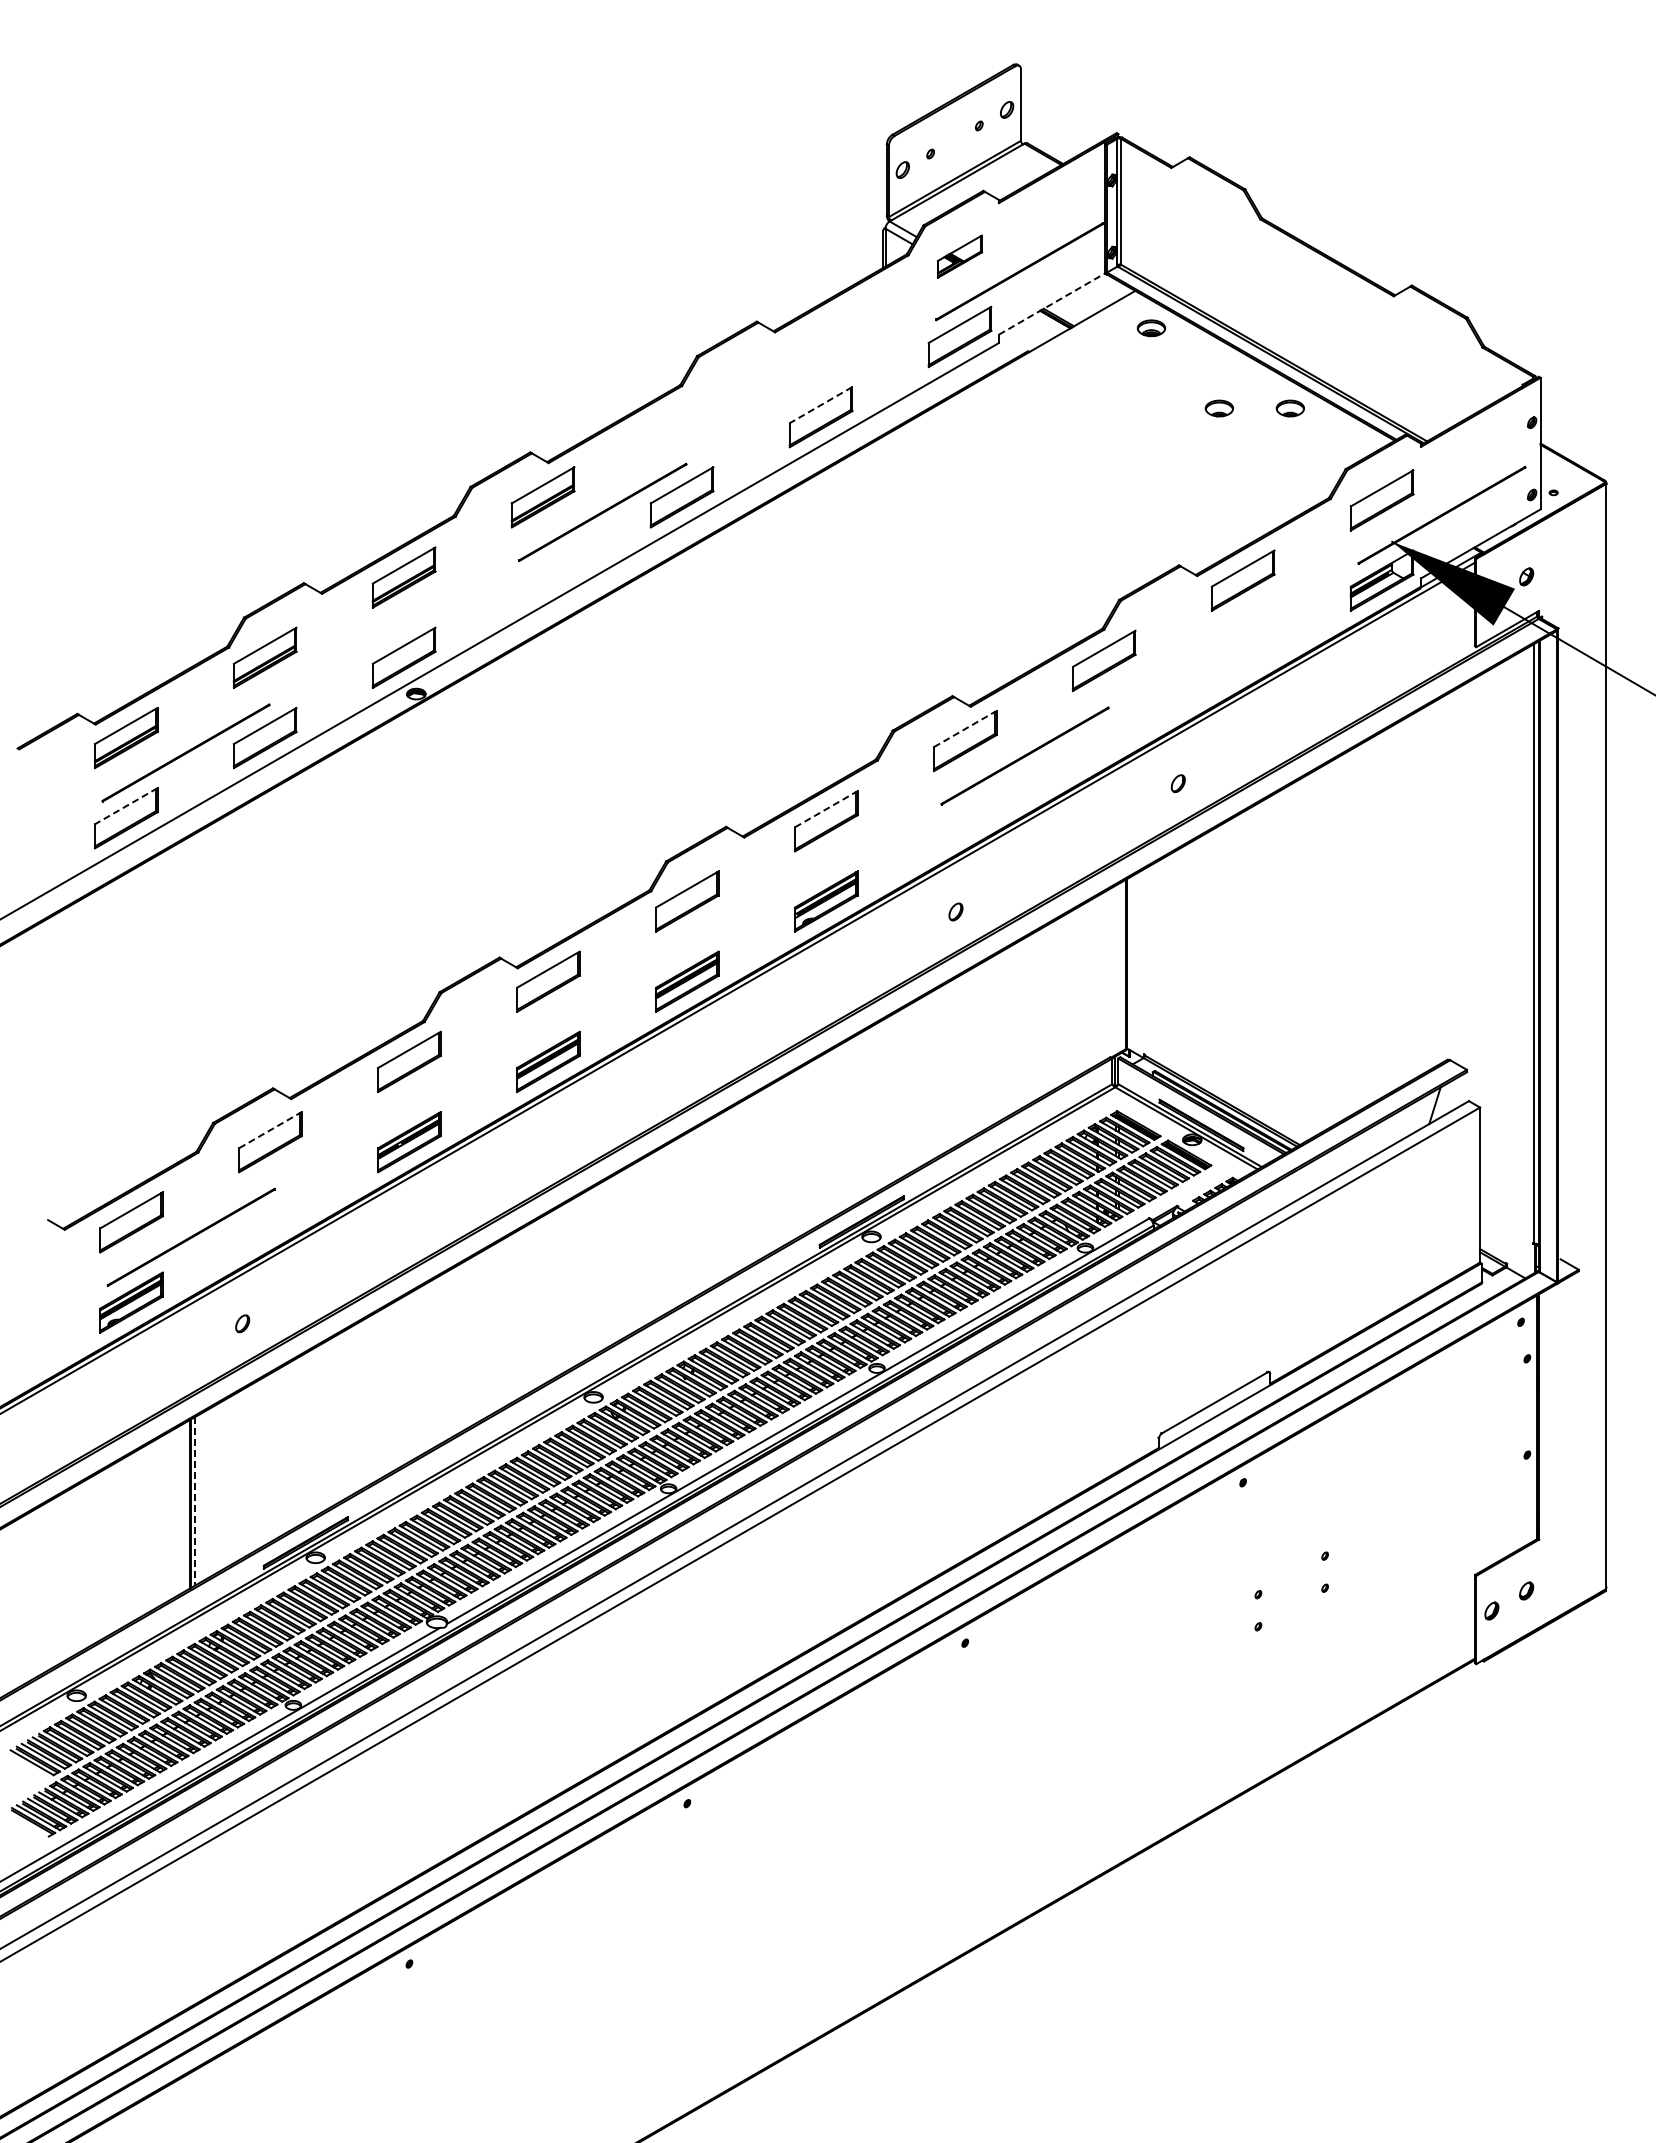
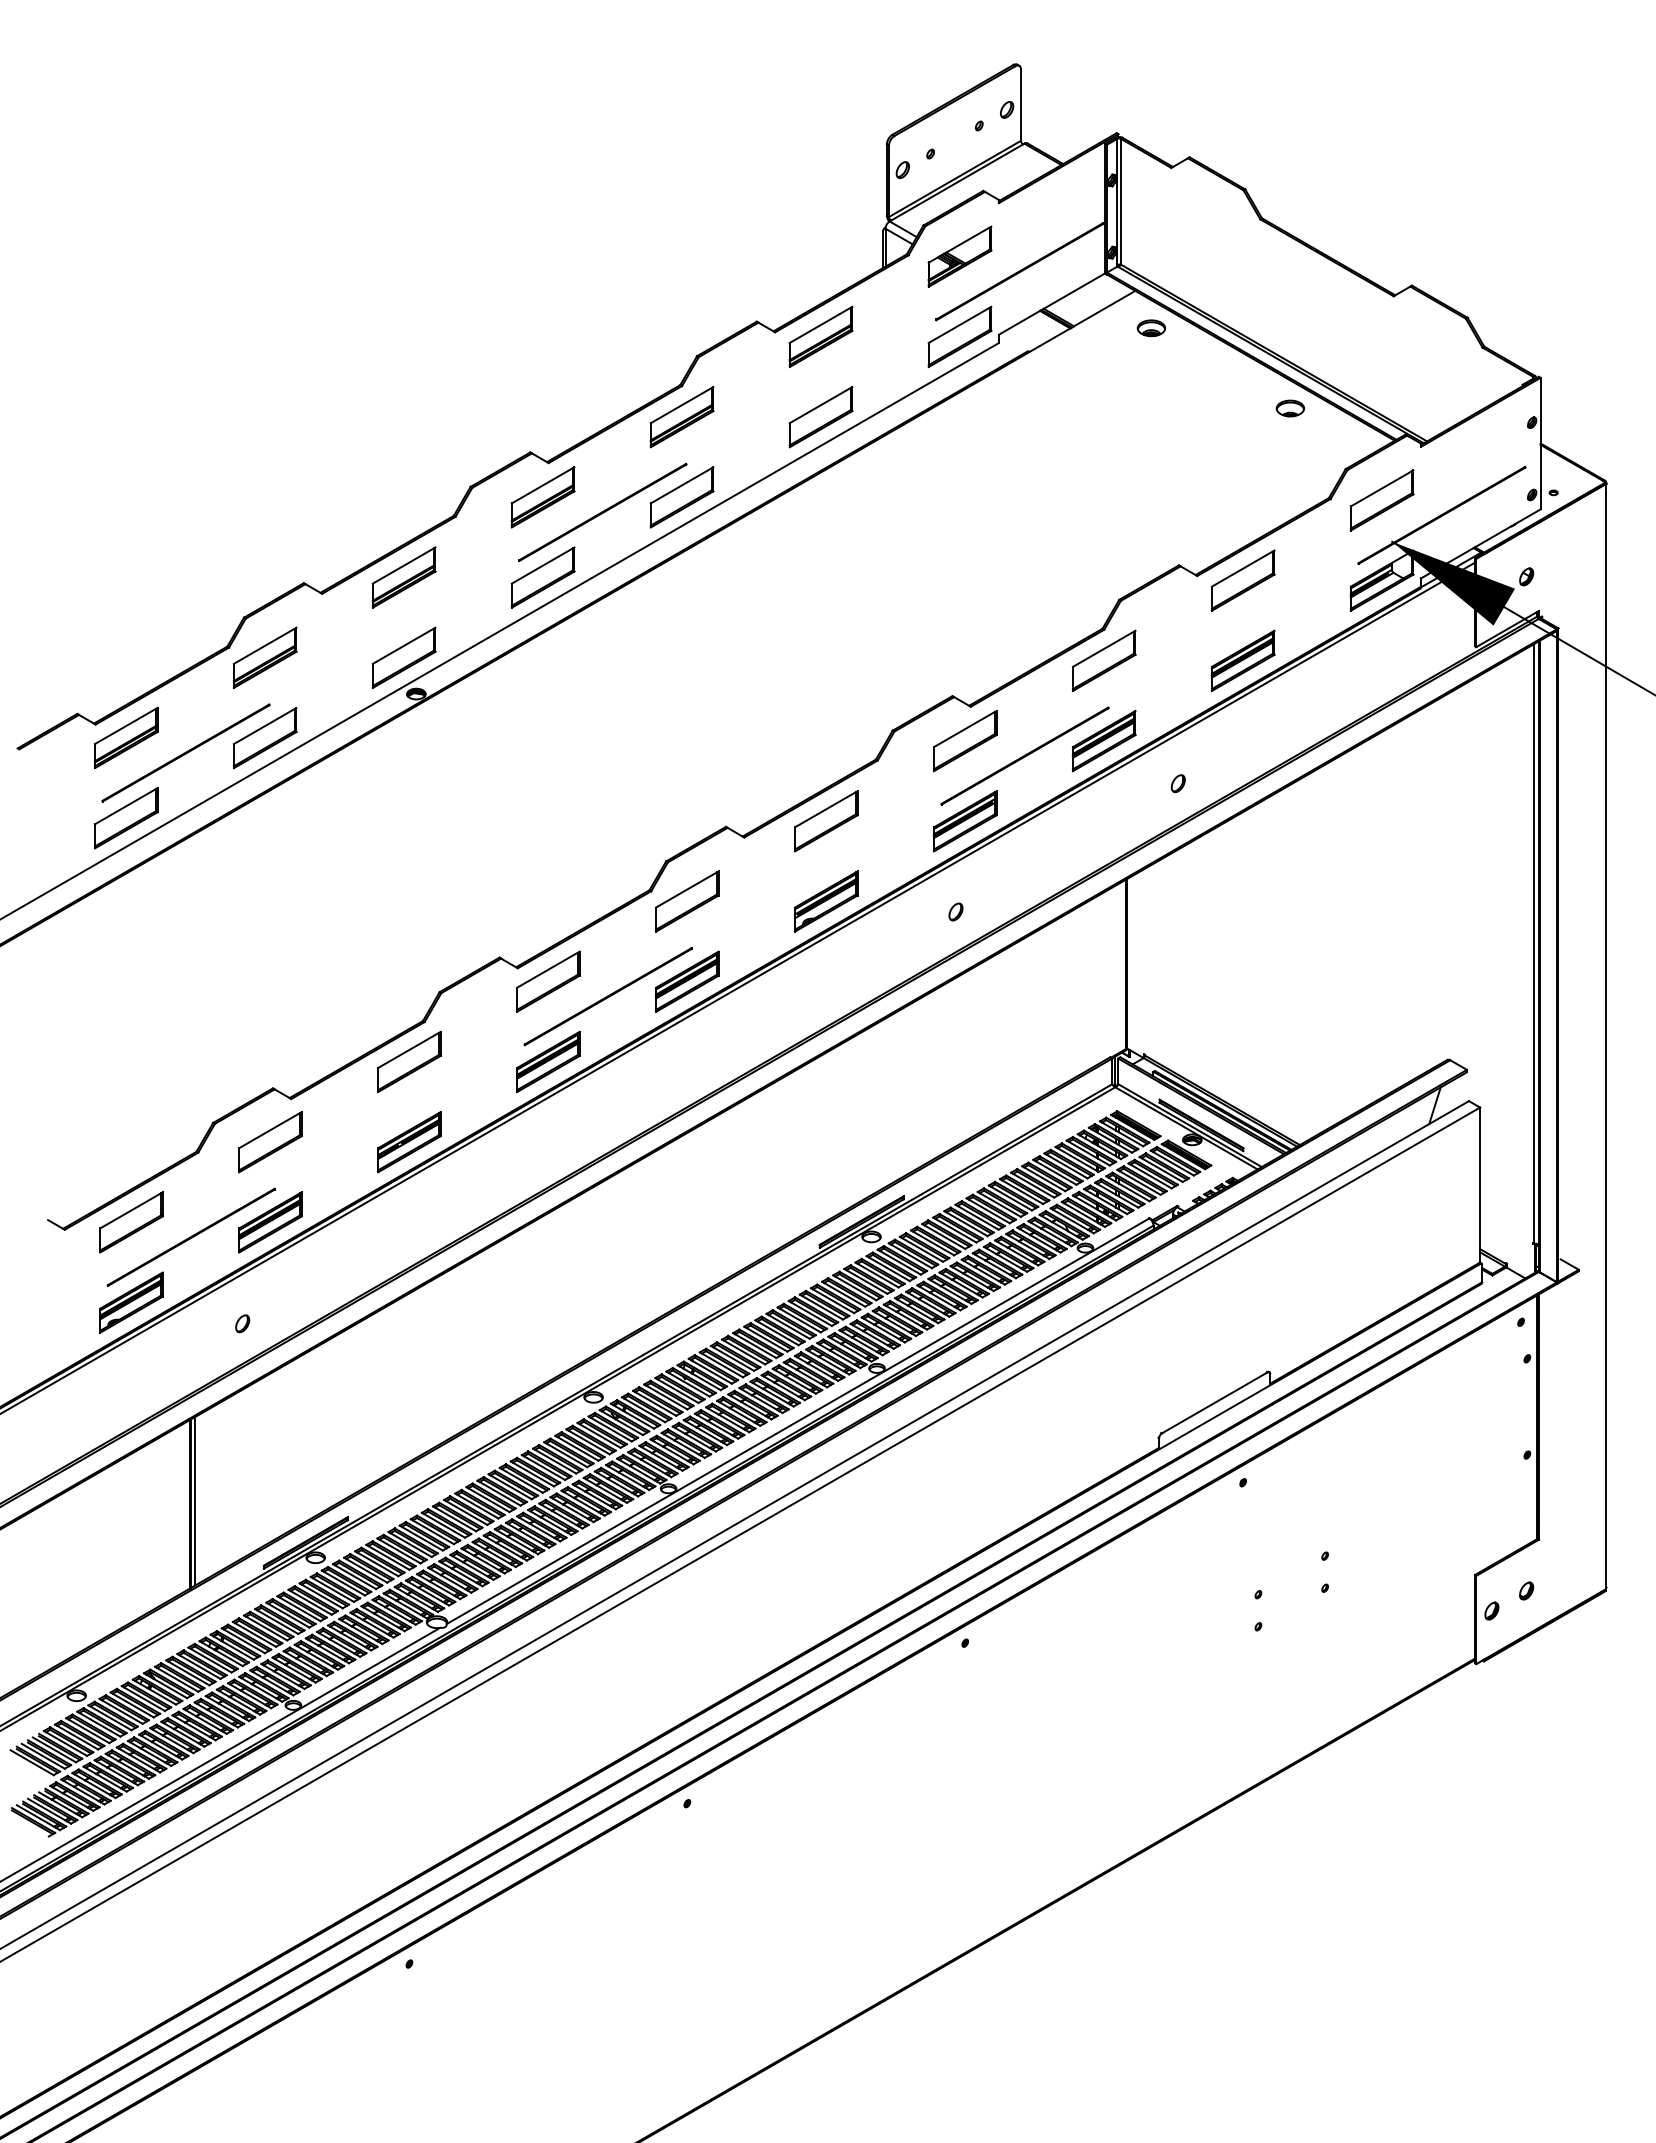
part at (959, 256) size: 46x45 px -> 66x63 px
line at (1052, 303): dashed -> solid
part at (820, 336): none -> present
line at (820, 405): dashed -> solid
part at (1218, 408): present -> none
part at (681, 417): none -> present
part at (542, 577): none -> present
part at (1242, 660): none -> present
line at (965, 728): dashed -> solid
part at (1103, 741): none -> present
line at (125, 806): dashed -> solid
line at (826, 809): dashed -> solid
part at (964, 821): none -> present
line at (607, 996): none -> present
line at (270, 1129): dashed -> solid
part at (270, 1222): none -> present
line at (195, 1501): dashed -> solid
